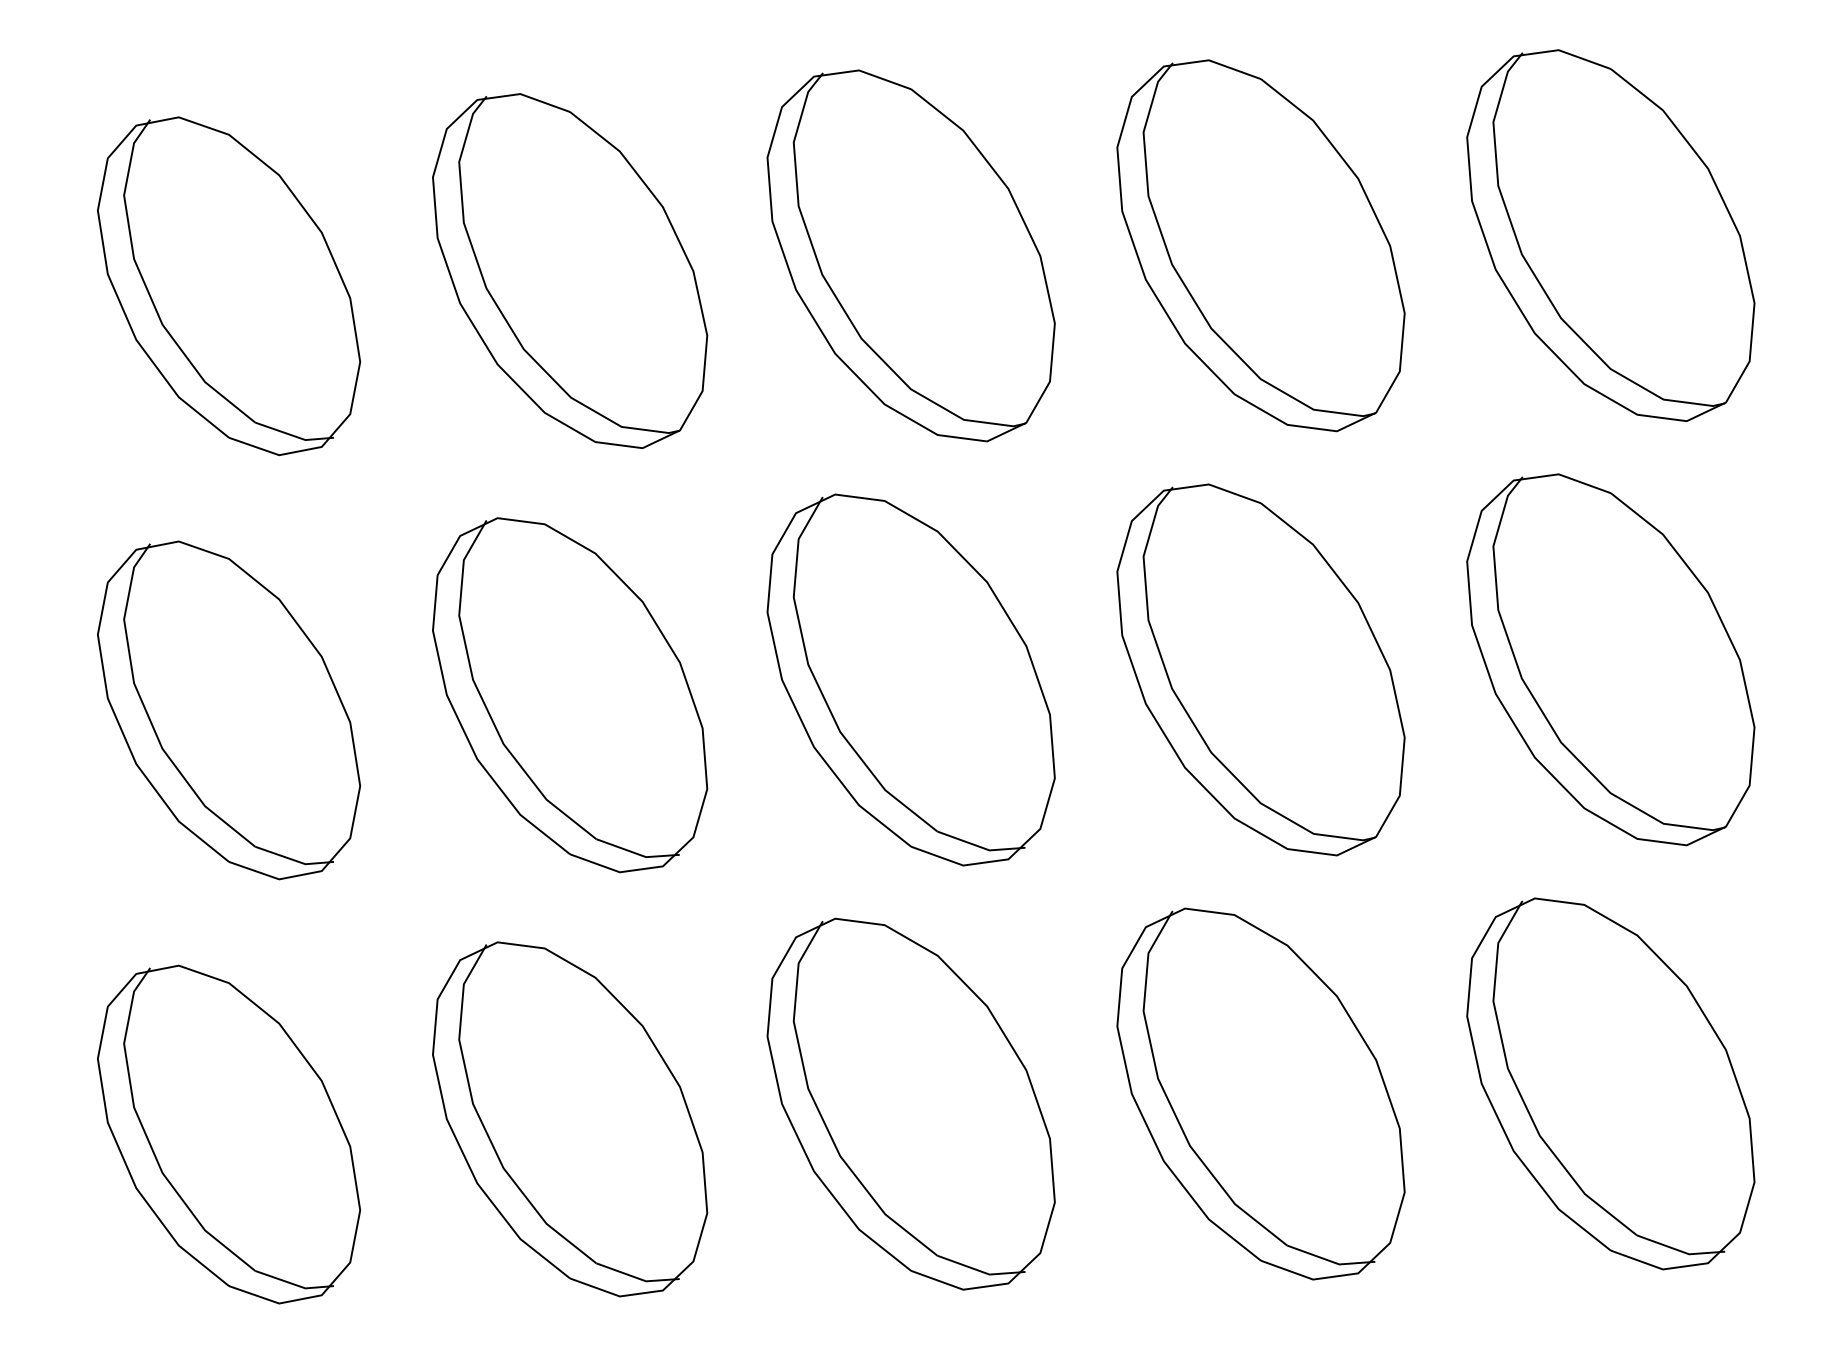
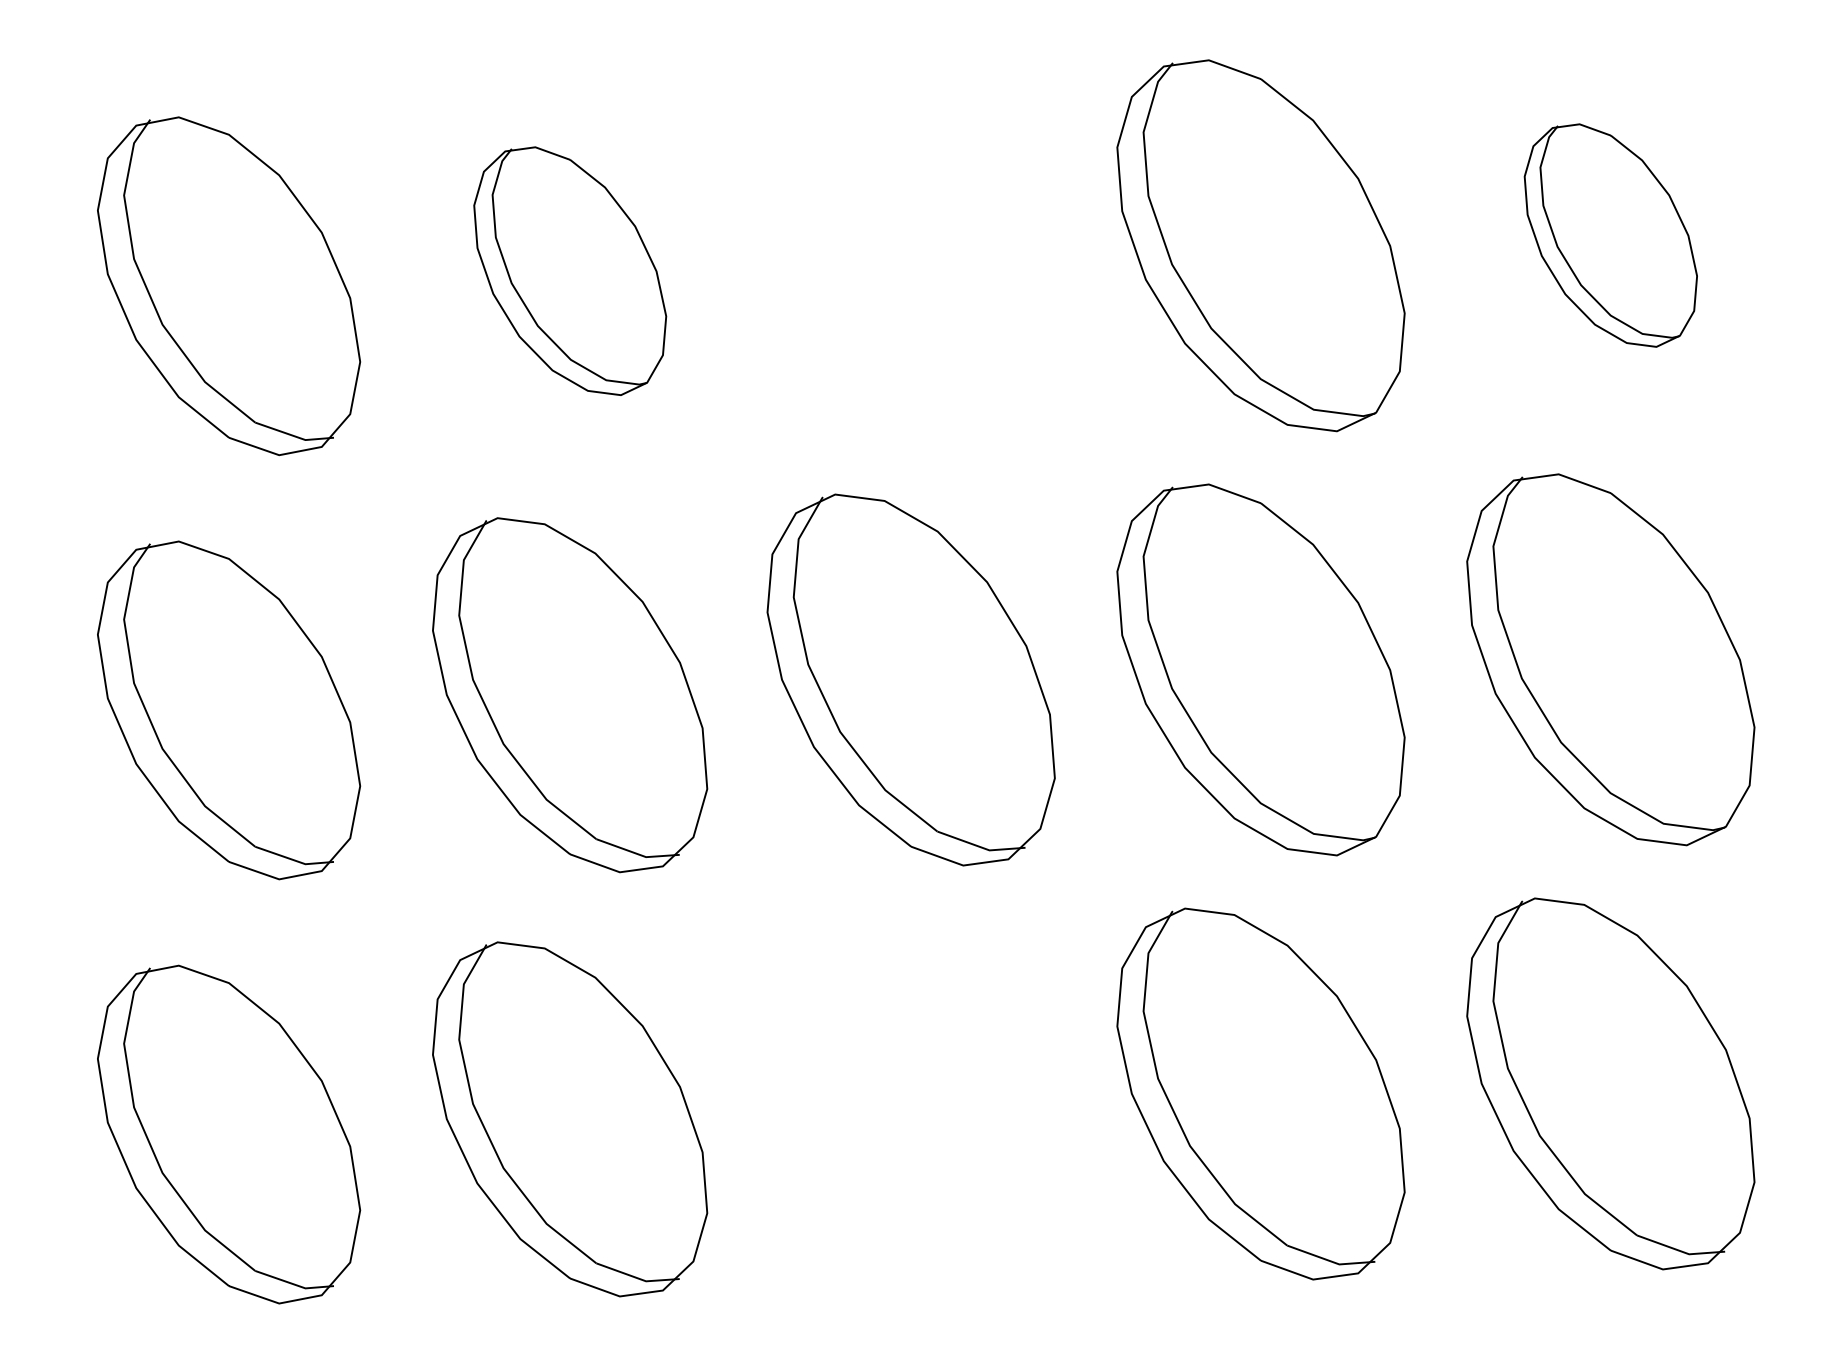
part at (1610, 235) size: 290x373 px -> 175x225 px
part at (910, 255): present -> none
part at (570, 271) size: 277x357 px -> 195x250 px
part at (910, 1103): present -> none
